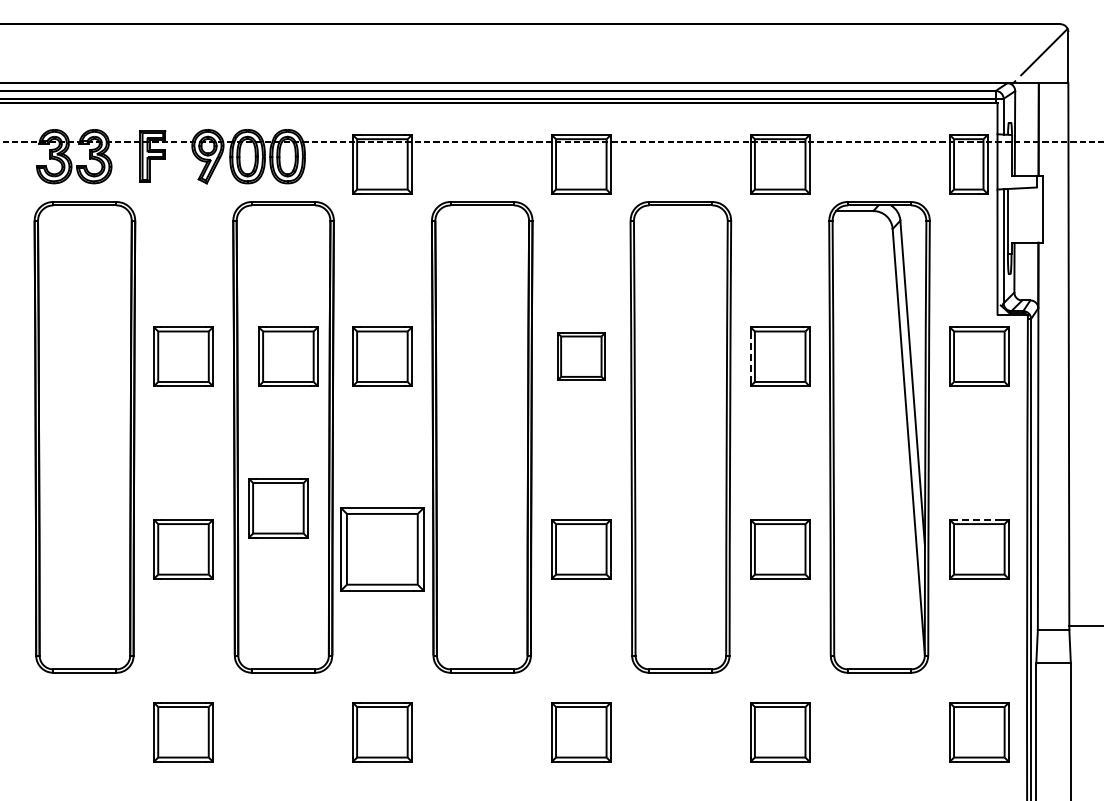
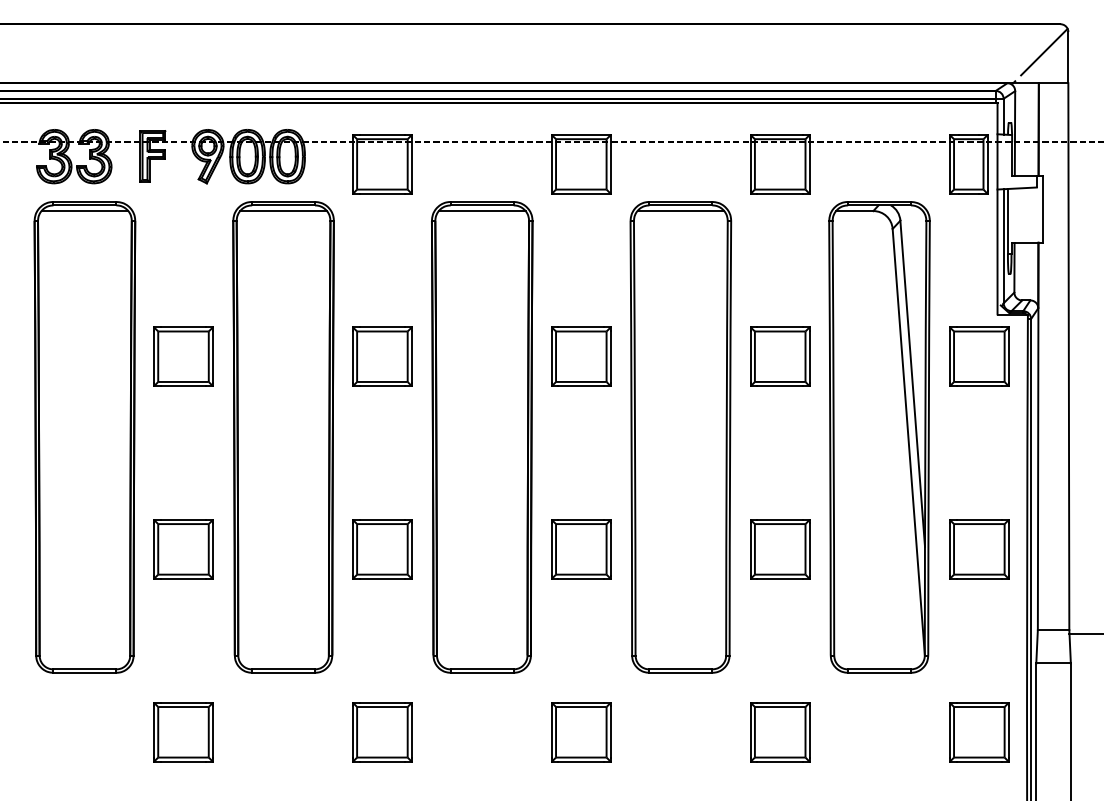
line at (84, 211): none -> present
line at (283, 211): none -> present
line at (482, 211): none -> present
line at (680, 211): none -> present
part at (288, 356): present -> none
part at (581, 356) size: 49x49 px -> 61x61 px
line at (750, 356): dashed -> solid
part at (278, 508): present -> none
line at (979, 519): dashed -> solid
part at (382, 549) size: 85x85 px -> 61x61 px
line at (1084, 625) position: (1084, 625) -> (1084, 633)
